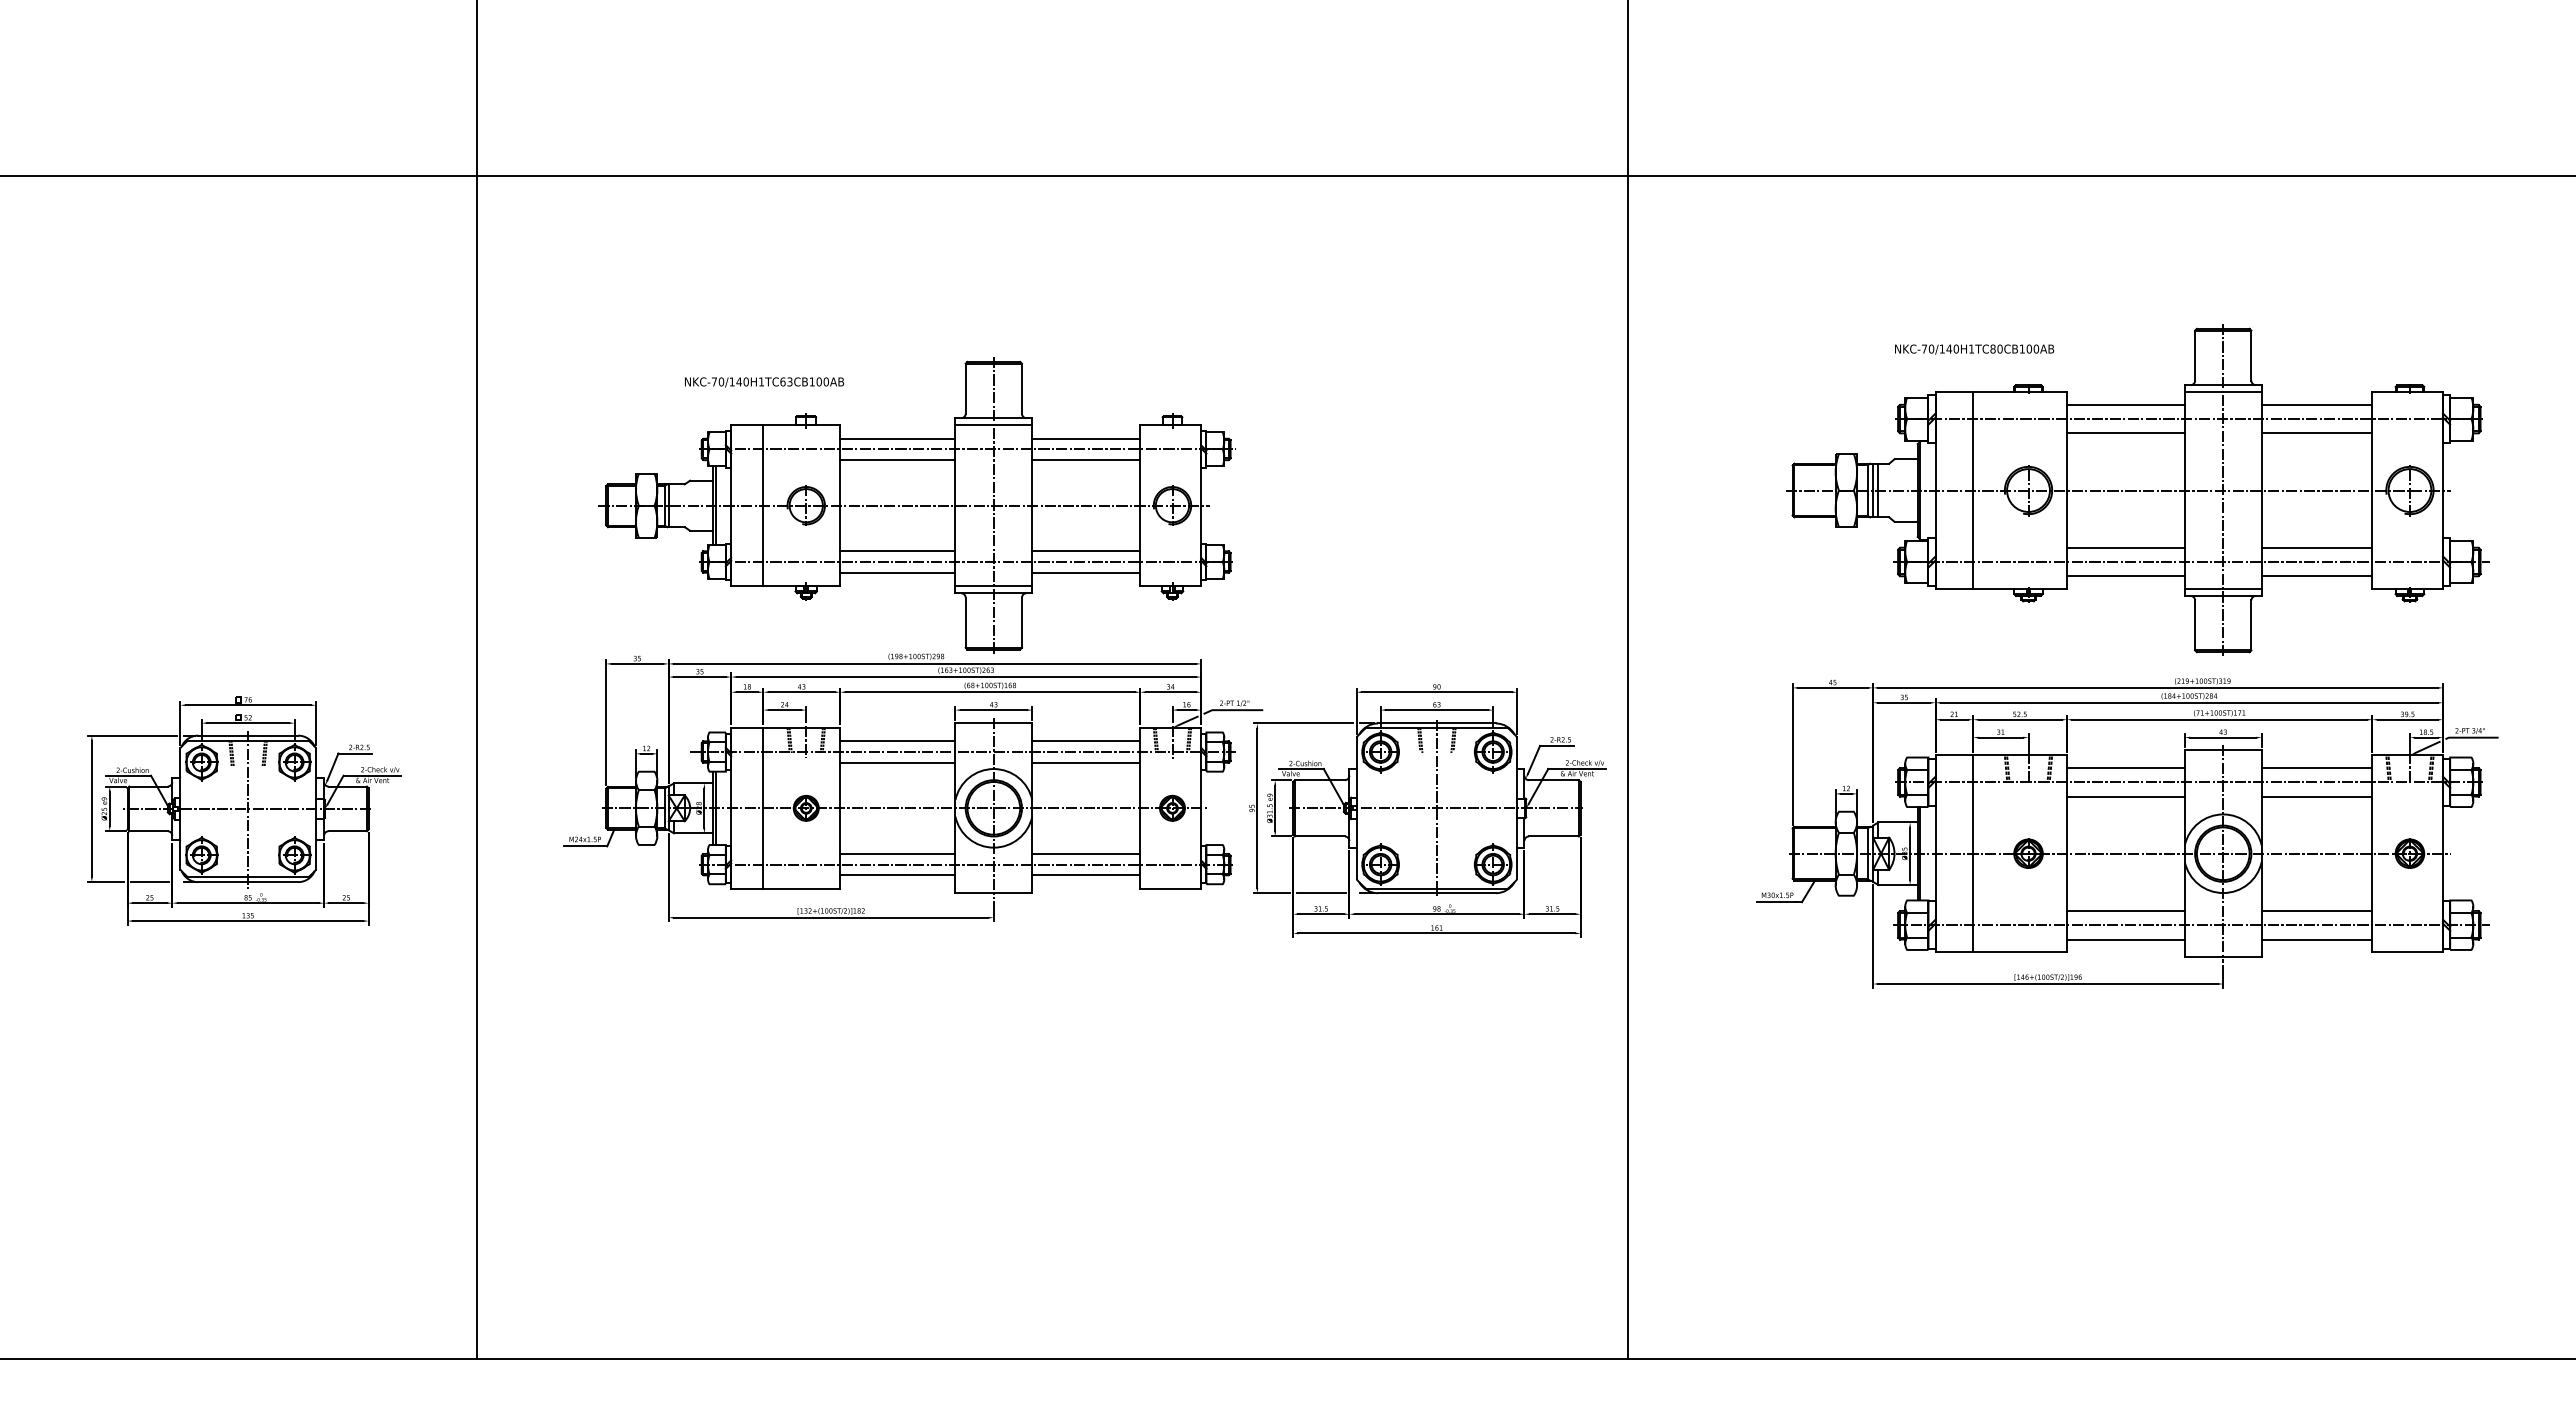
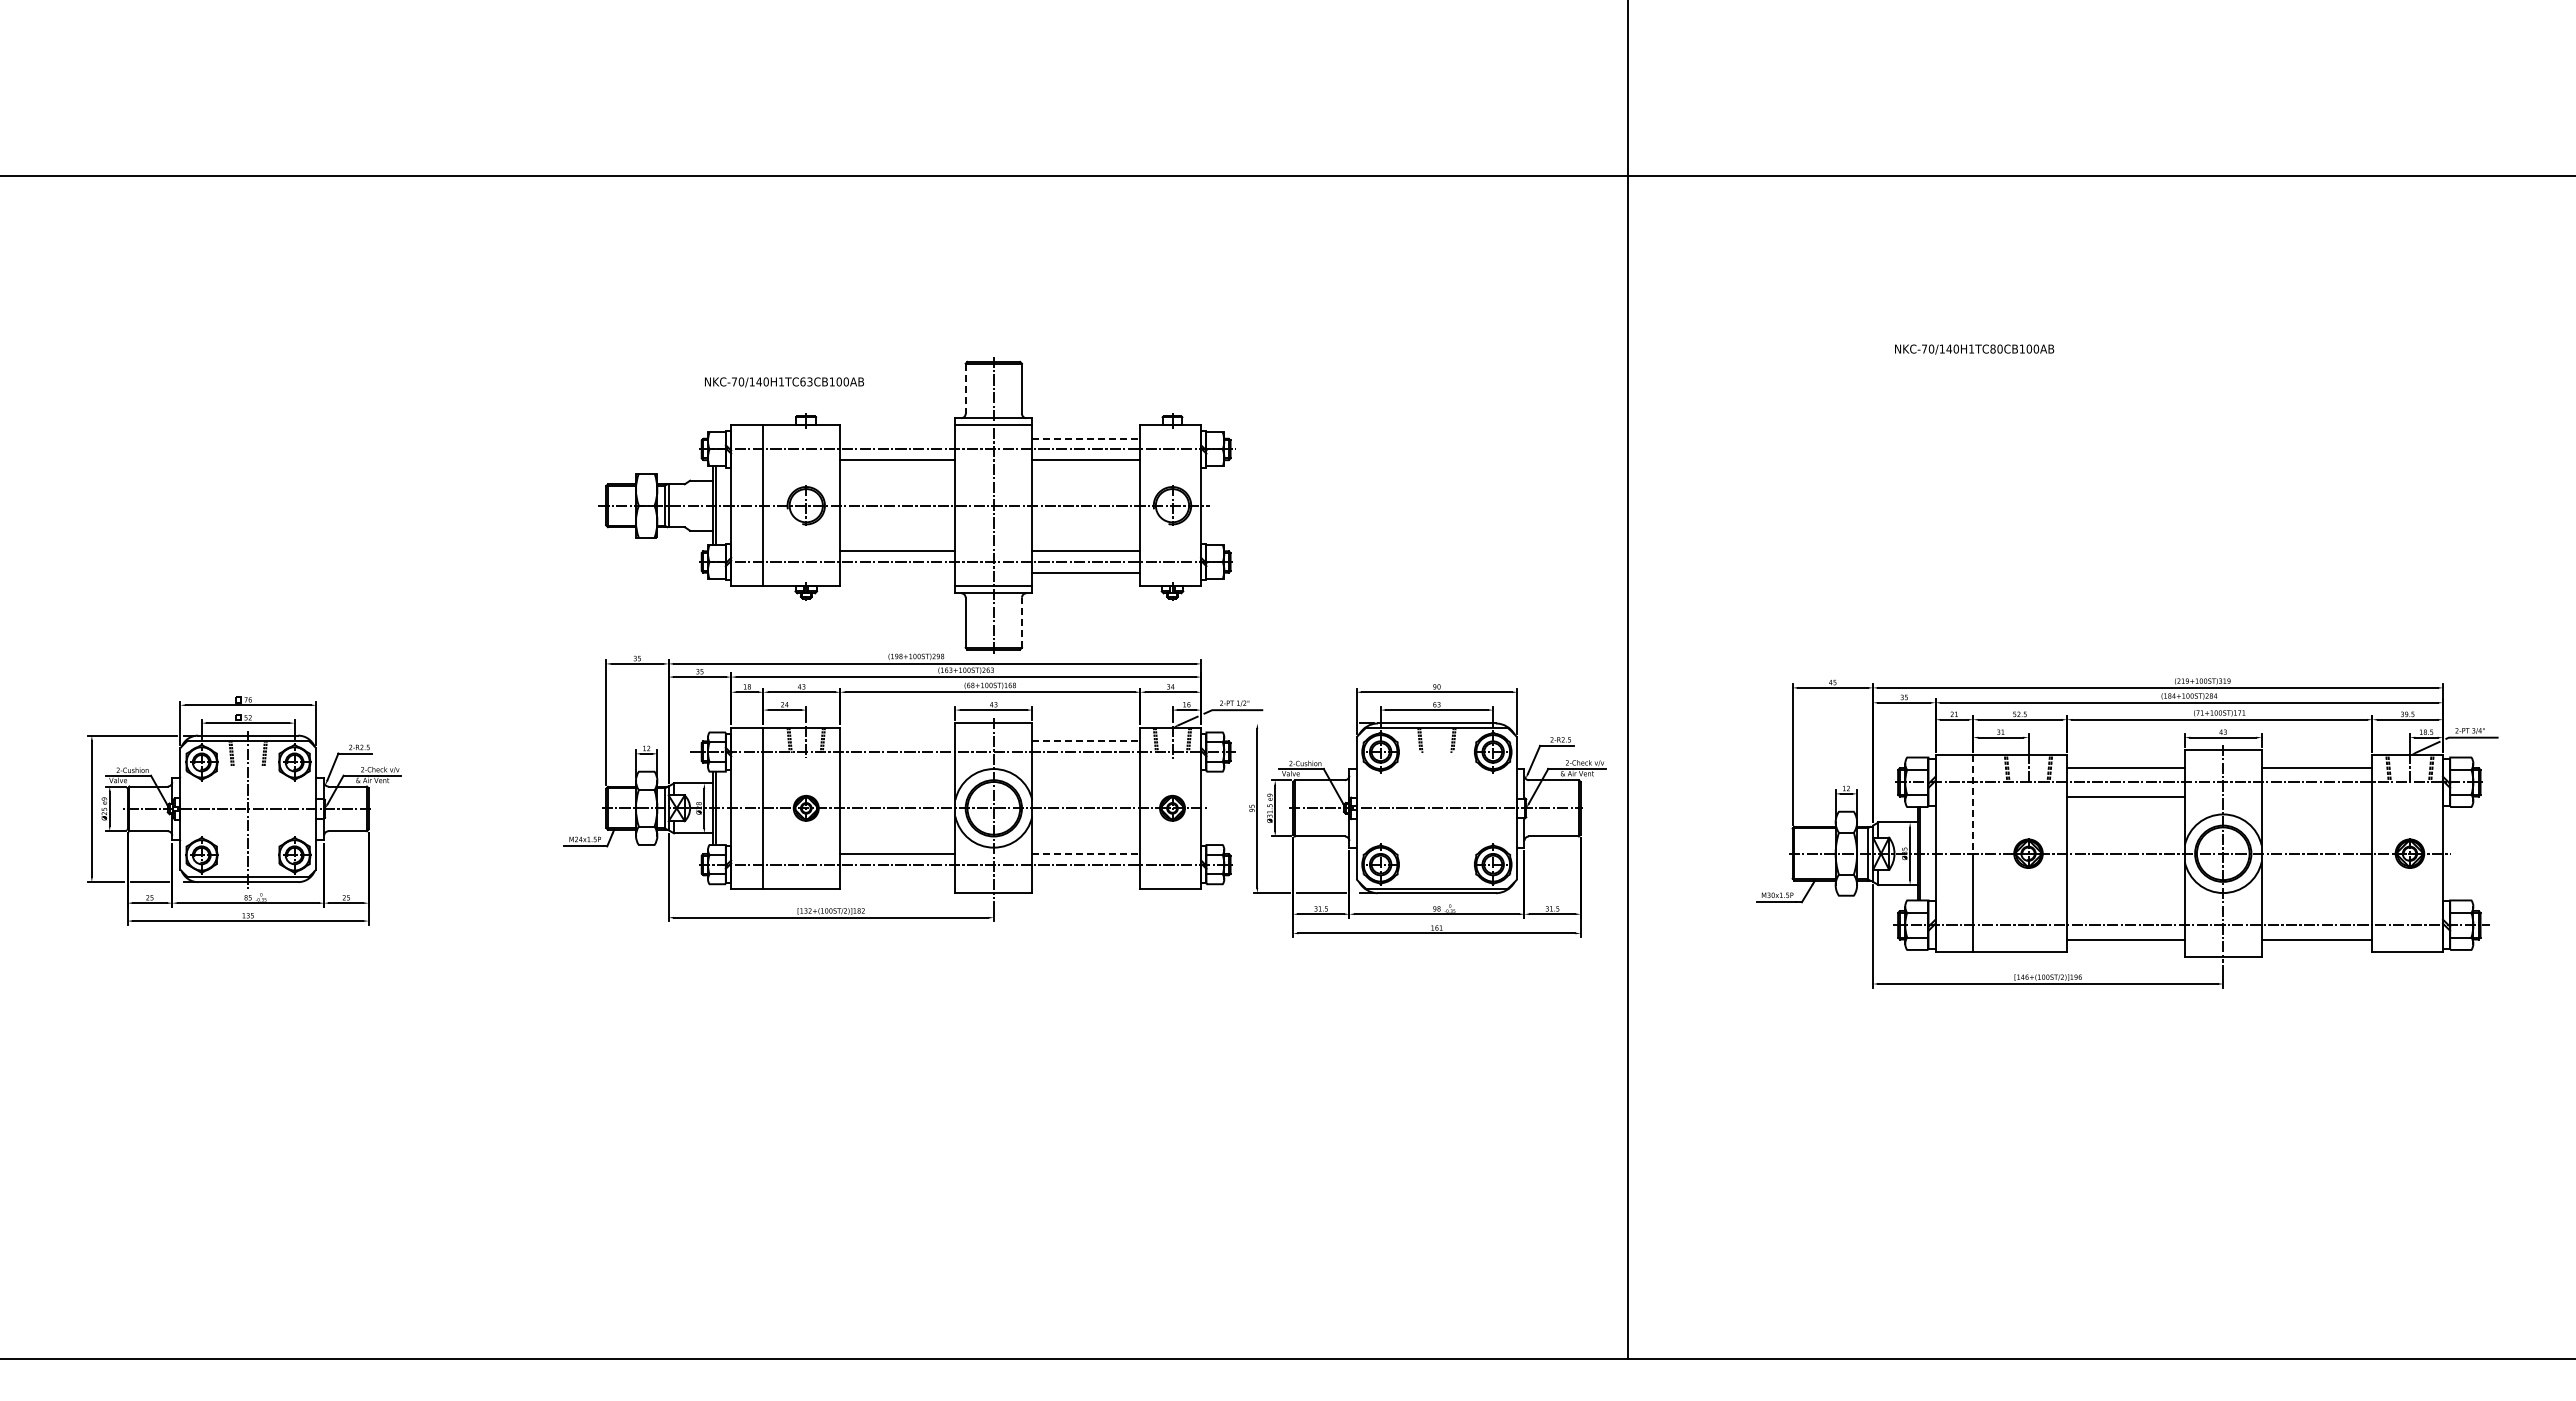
text at (764, 382) position: (764, 382) -> (784, 382)
line at (965, 389): solid -> dashed
line at (897, 438): present -> none
line at (1086, 438): solid -> dashed
part at (2137, 489): present -> none
line at (897, 572): present -> none
line at (1021, 622): solid -> dashed
line at (477, 680): present -> none
line at (1302, 723): present -> none
line at (897, 741): present -> none
line at (1086, 741): solid -> dashed
line at (897, 762): present -> none
line at (1086, 762): present -> none
line at (2316, 796): present -> none
line at (1973, 805): solid -> dashed
line at (1436, 807): present -> none
line at (1086, 853): solid -> dashed
line at (897, 875): present -> none
line at (1086, 875): present -> none
line at (2125, 910): present -> none
line at (2316, 910): present -> none
